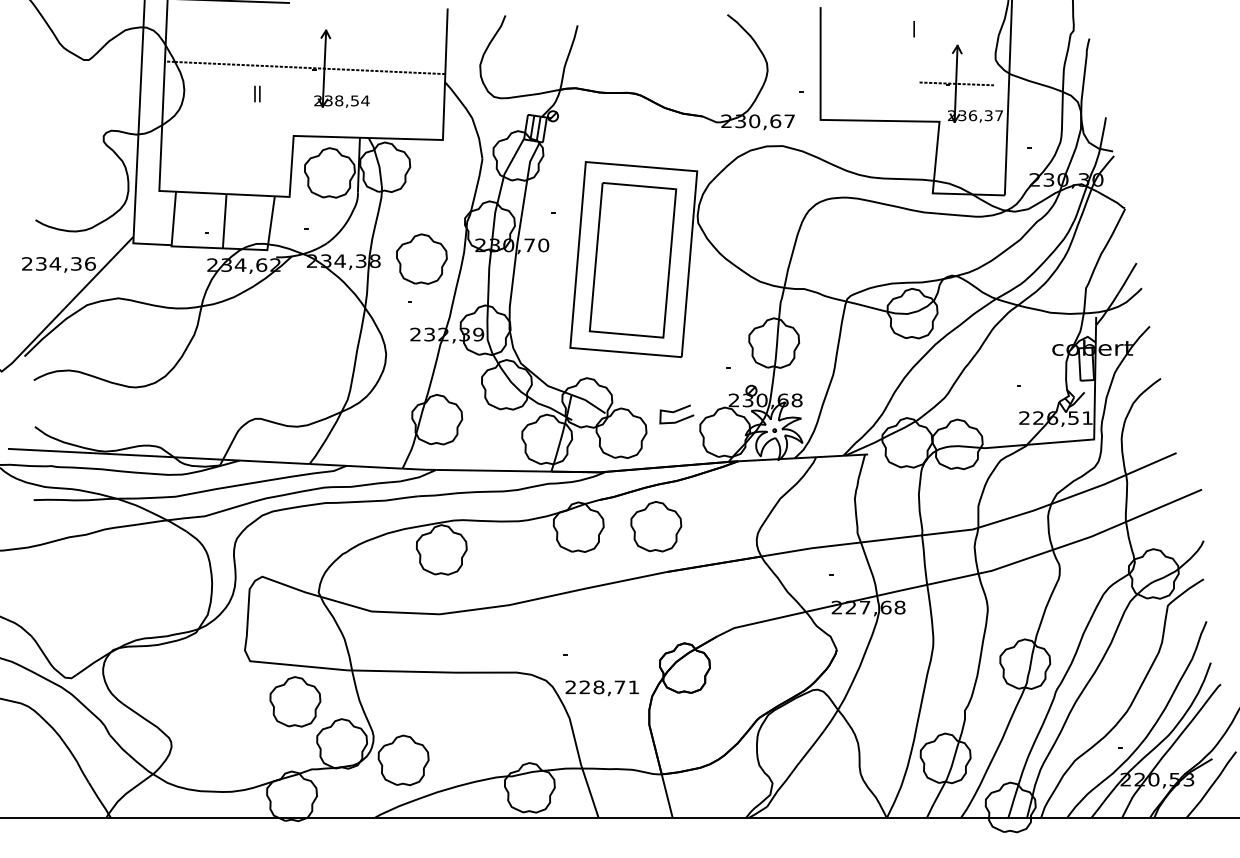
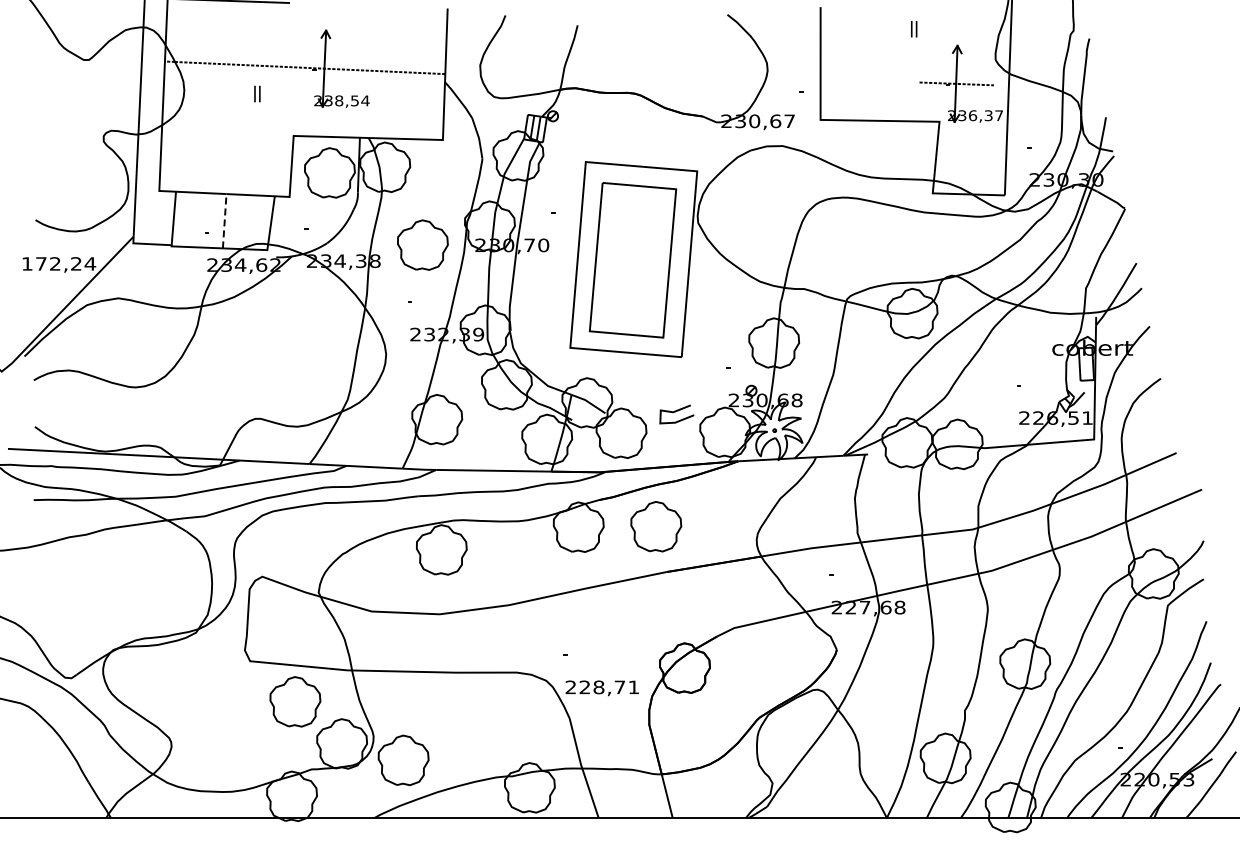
text at (914, 29): I -> II
line at (224, 220): solid -> dashed
part at (421, 258) position: (421, 258) -> (422, 244)
text at (59, 263): 234,36 -> 172,24
